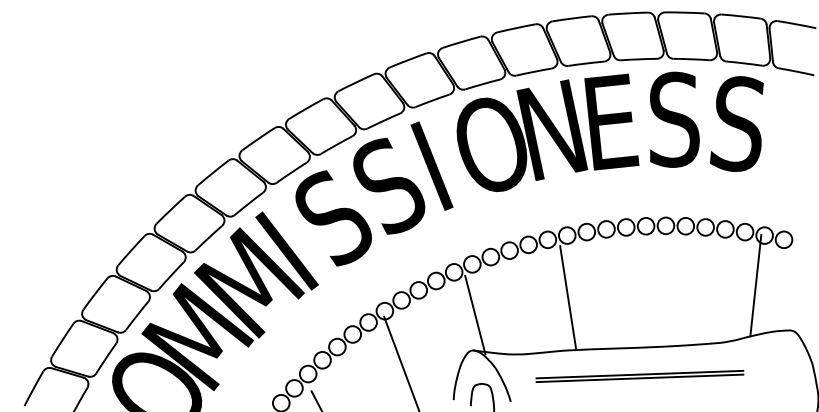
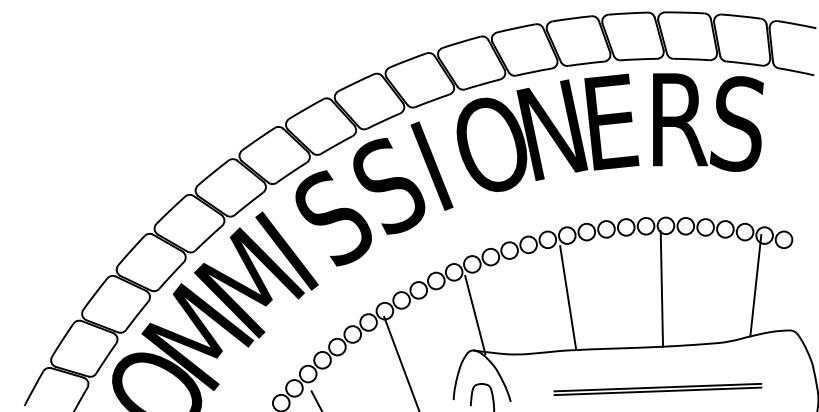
text at (679, 119): S -> R
line at (661, 288): none -> present
part at (639, 376) position: (639, 376) -> (657, 389)
